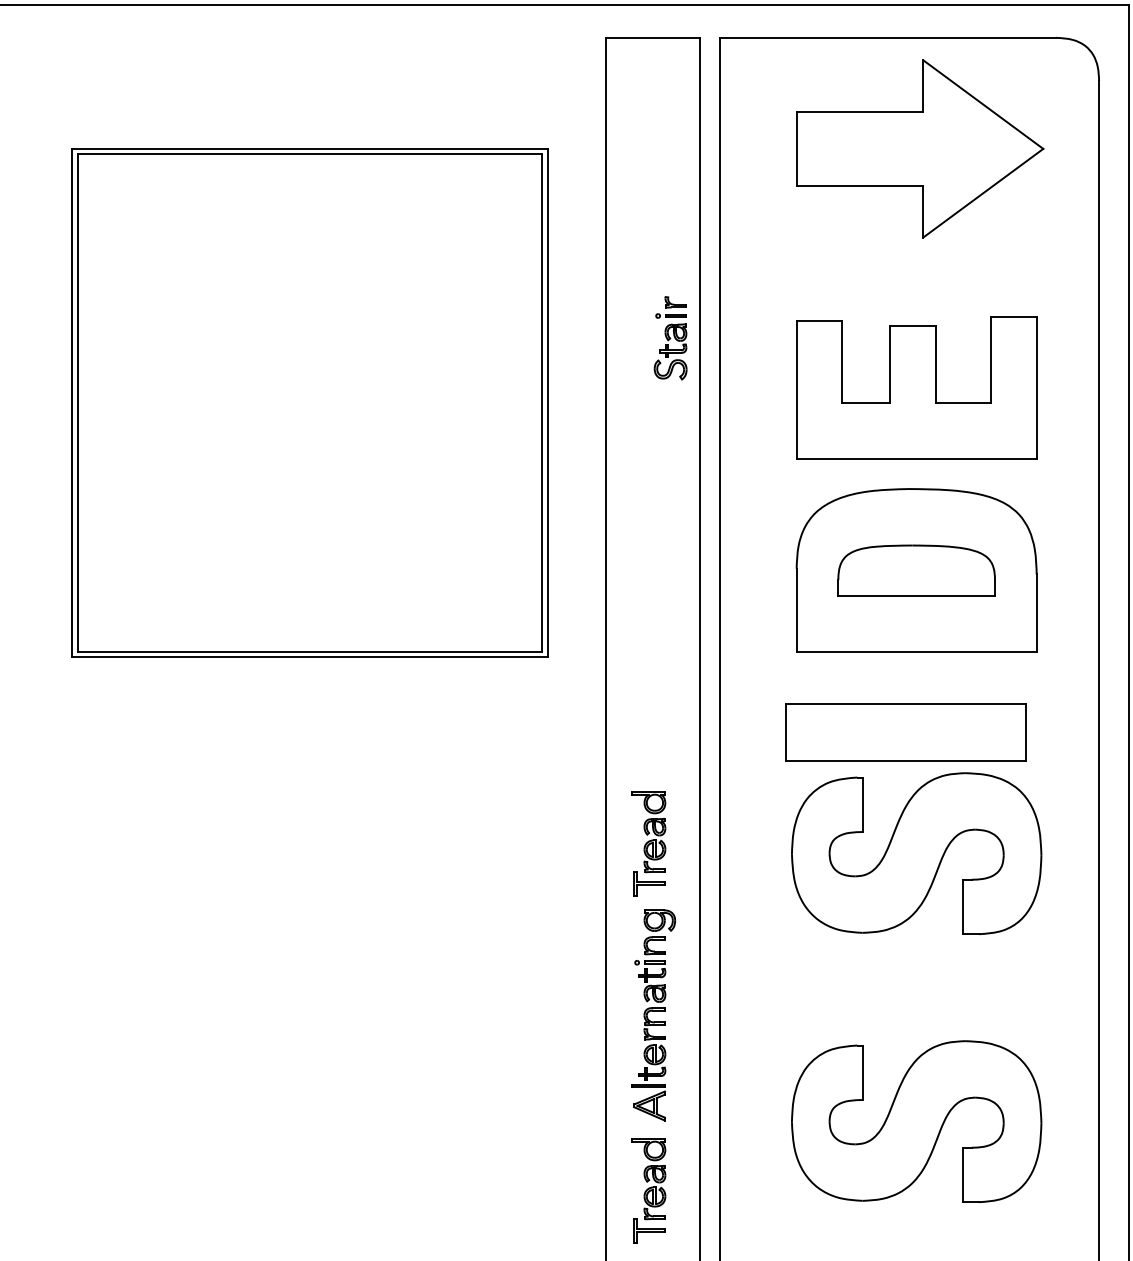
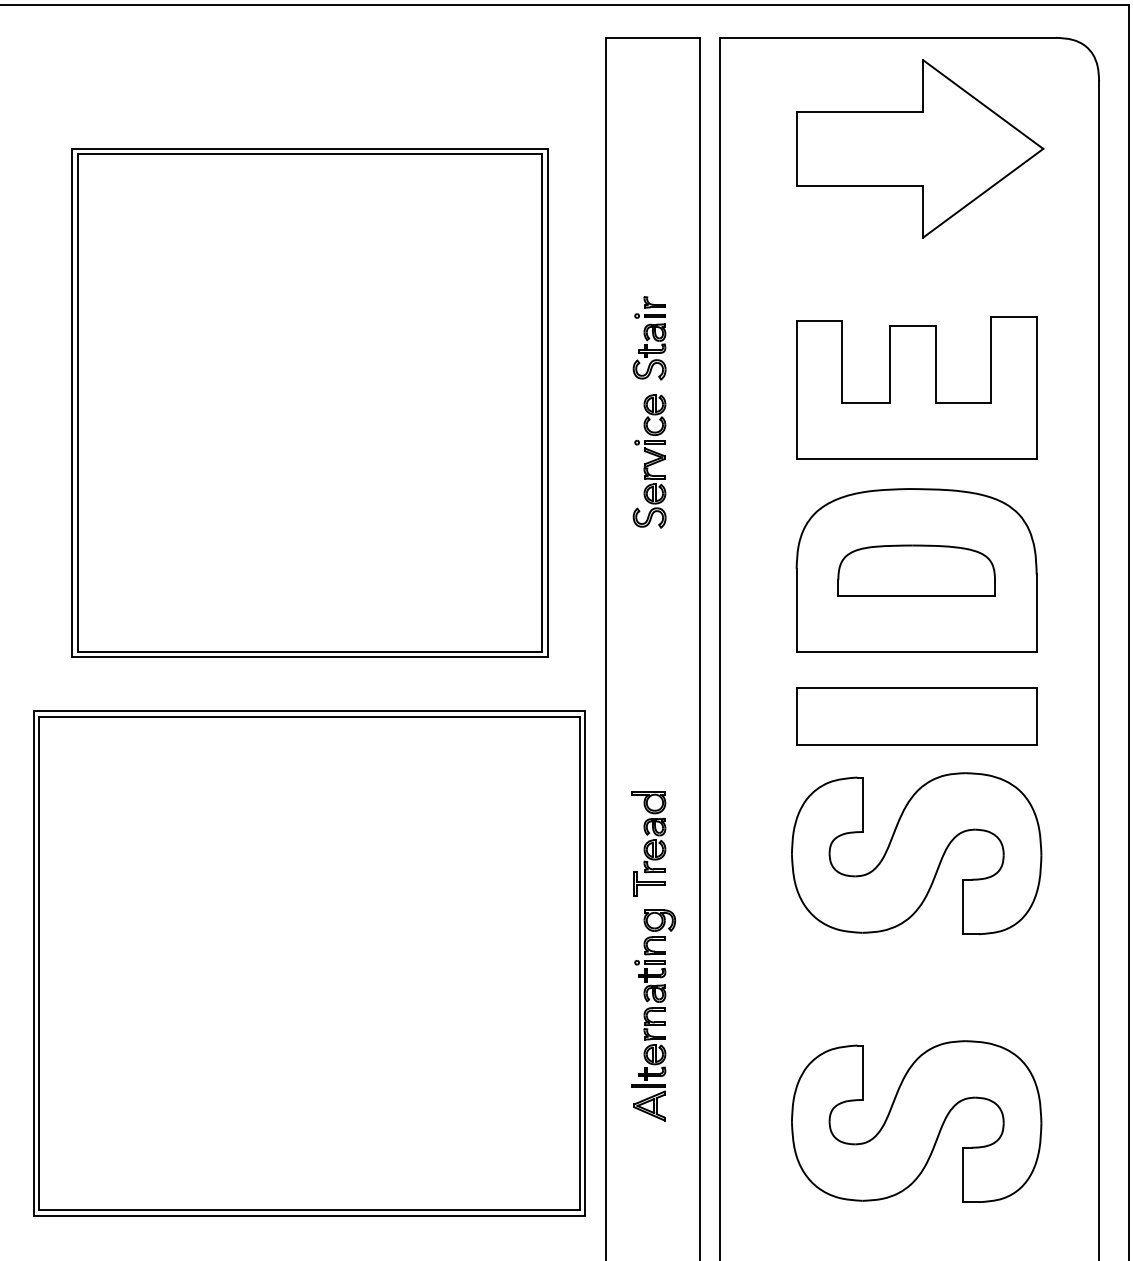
part at (670, 338) position: (670, 338) -> (649, 338)
part at (649, 461): none -> present
part at (905, 732) position: (905, 732) -> (916, 716)
part at (309, 963): none -> present
part at (648, 1190): present -> none
